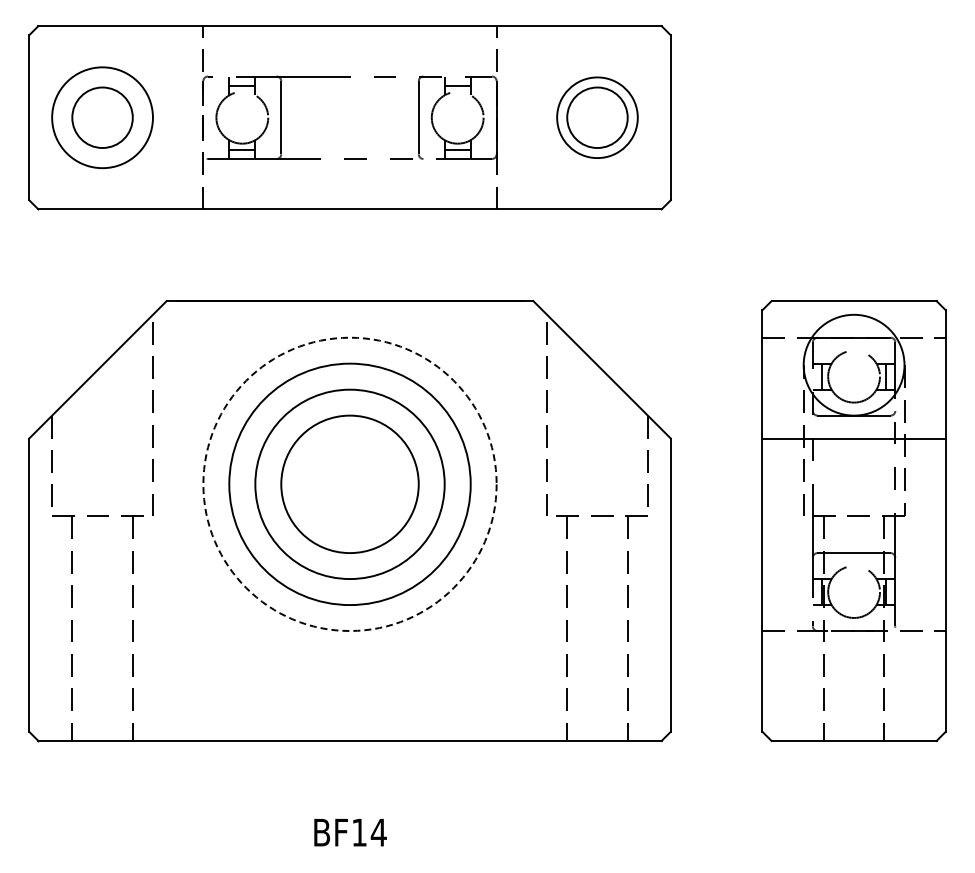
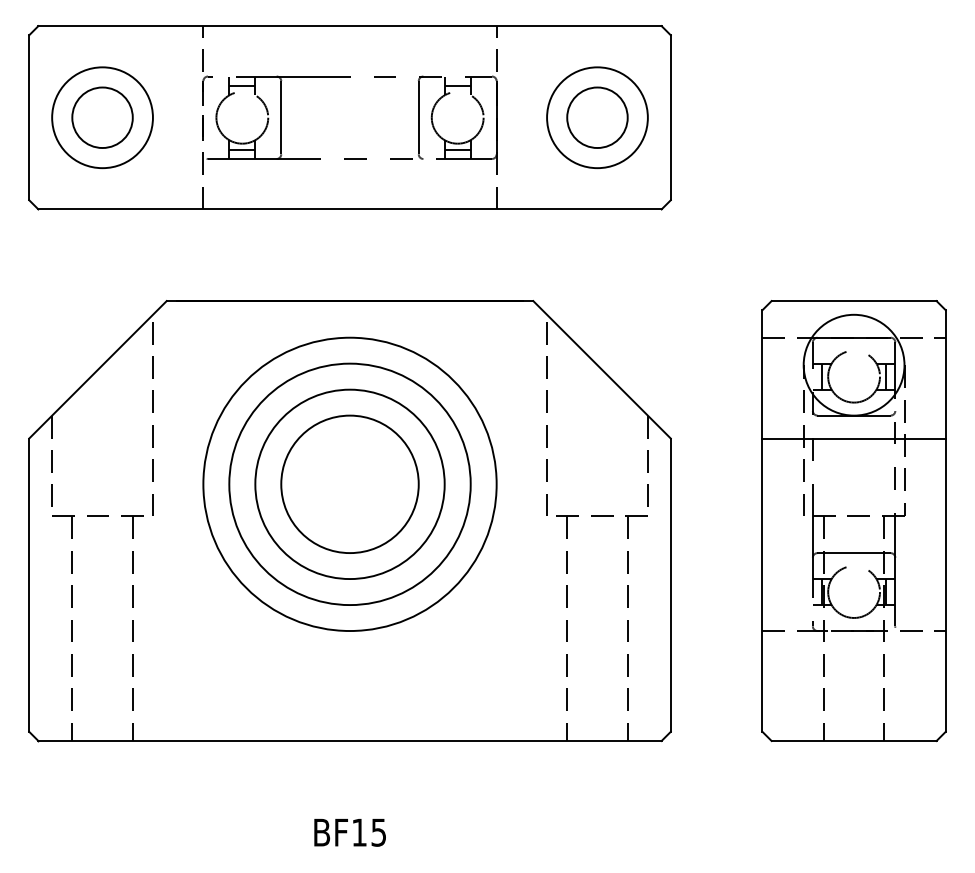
circle at (597, 117) diameter: 81 px -> 101 px
circle at (349, 484): dashed -> solid
text at (378, 832): BF14 -> BF15
